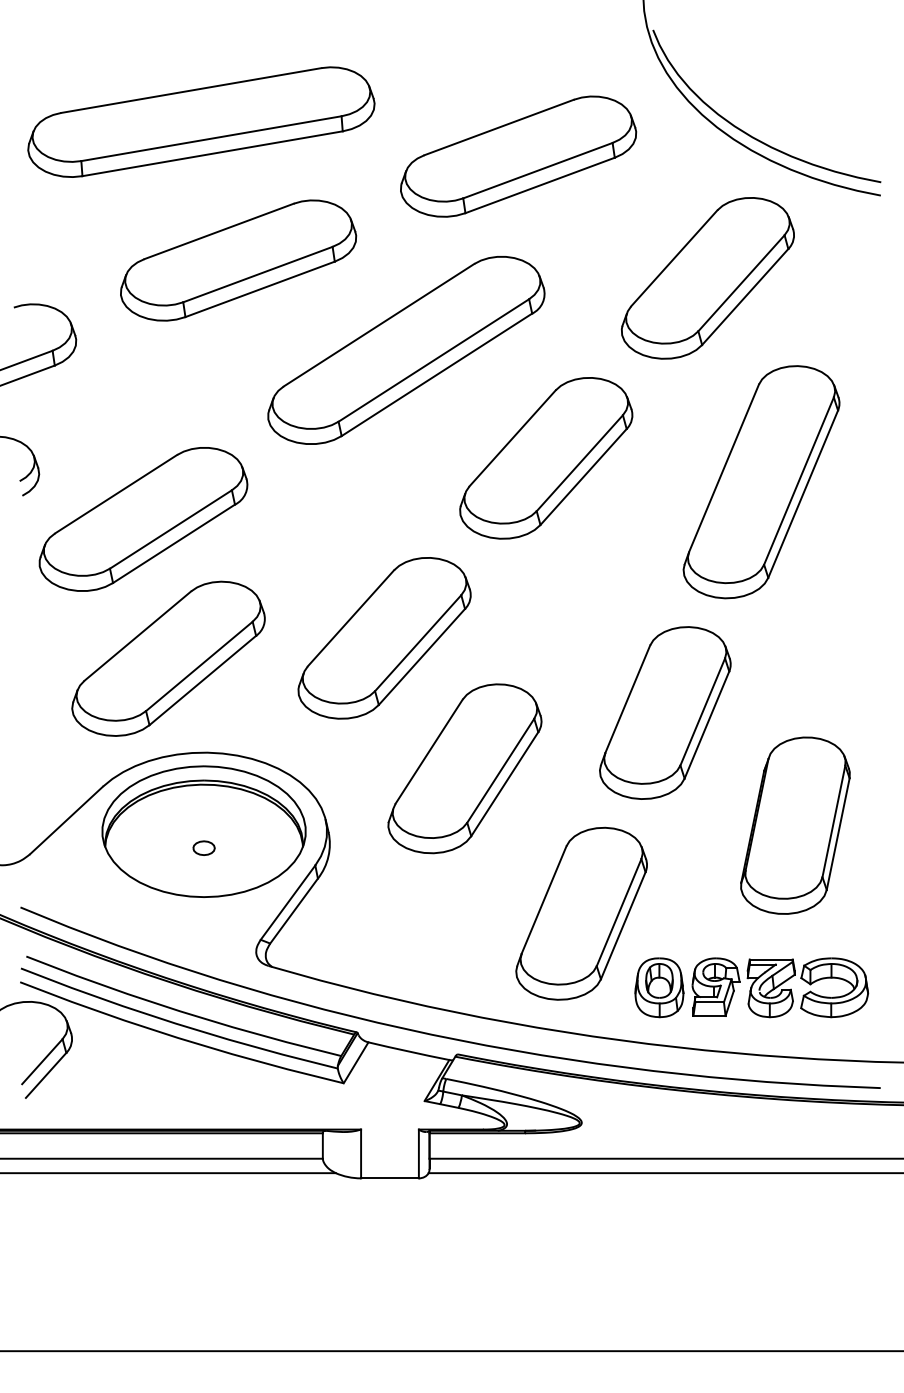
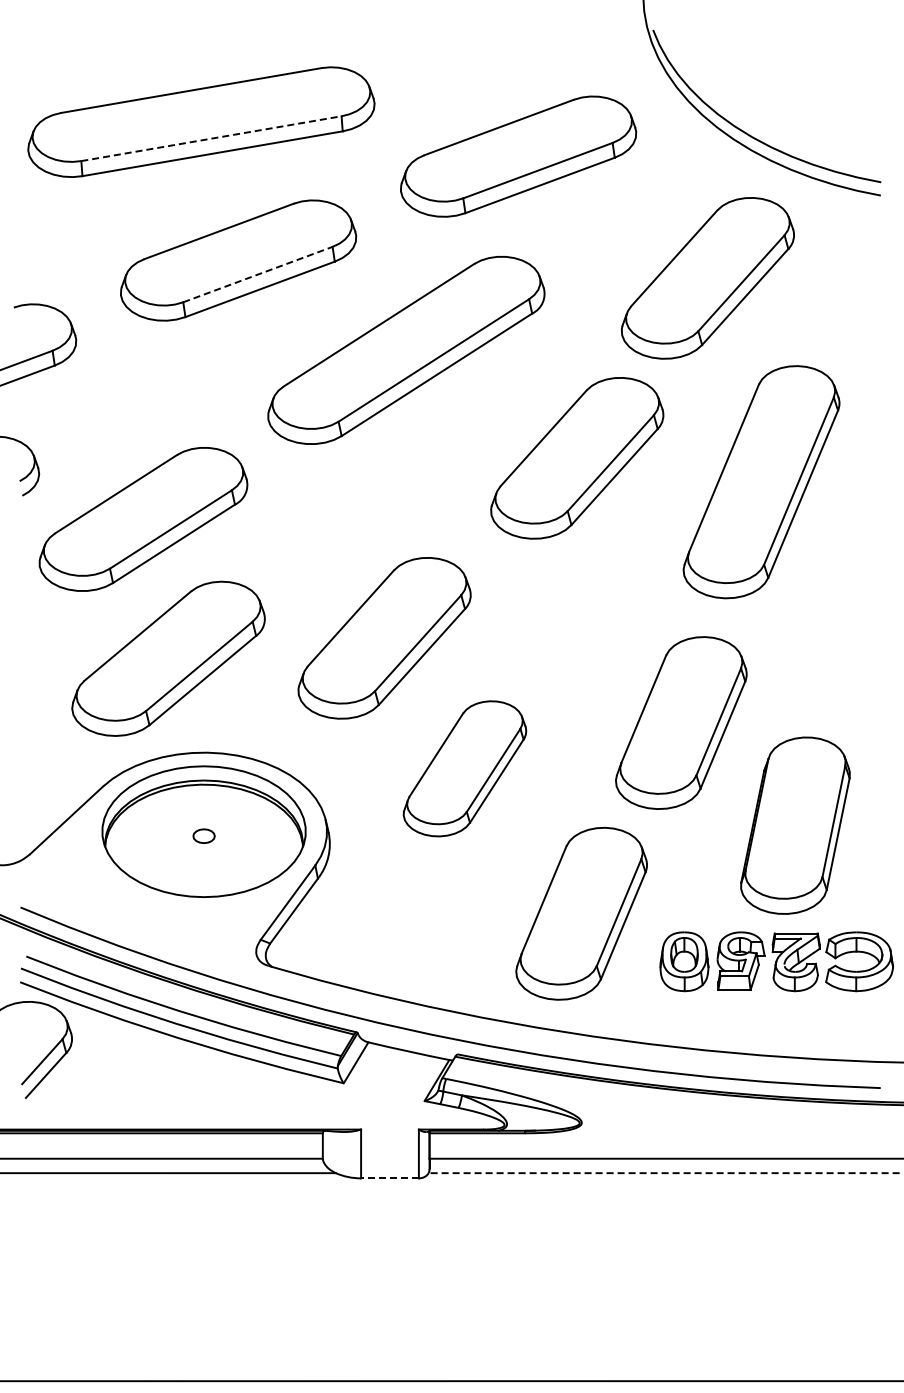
line at (211, 138): solid -> dashed
line at (257, 274): solid -> dashed
part at (546, 458) position: (546, 458) -> (577, 458)
part at (665, 712) position: (665, 712) -> (681, 722)
part at (464, 768) size: 156x172 px -> 126x138 px
part at (203, 847) position: (203, 847) -> (203, 835)
part at (751, 987) position: (751, 987) -> (776, 961)
line at (665, 1173): solid -> dashed
line at (389, 1178): solid -> dashed
line at (451, 1351) position: (451, 1351) -> (451, 1381)
